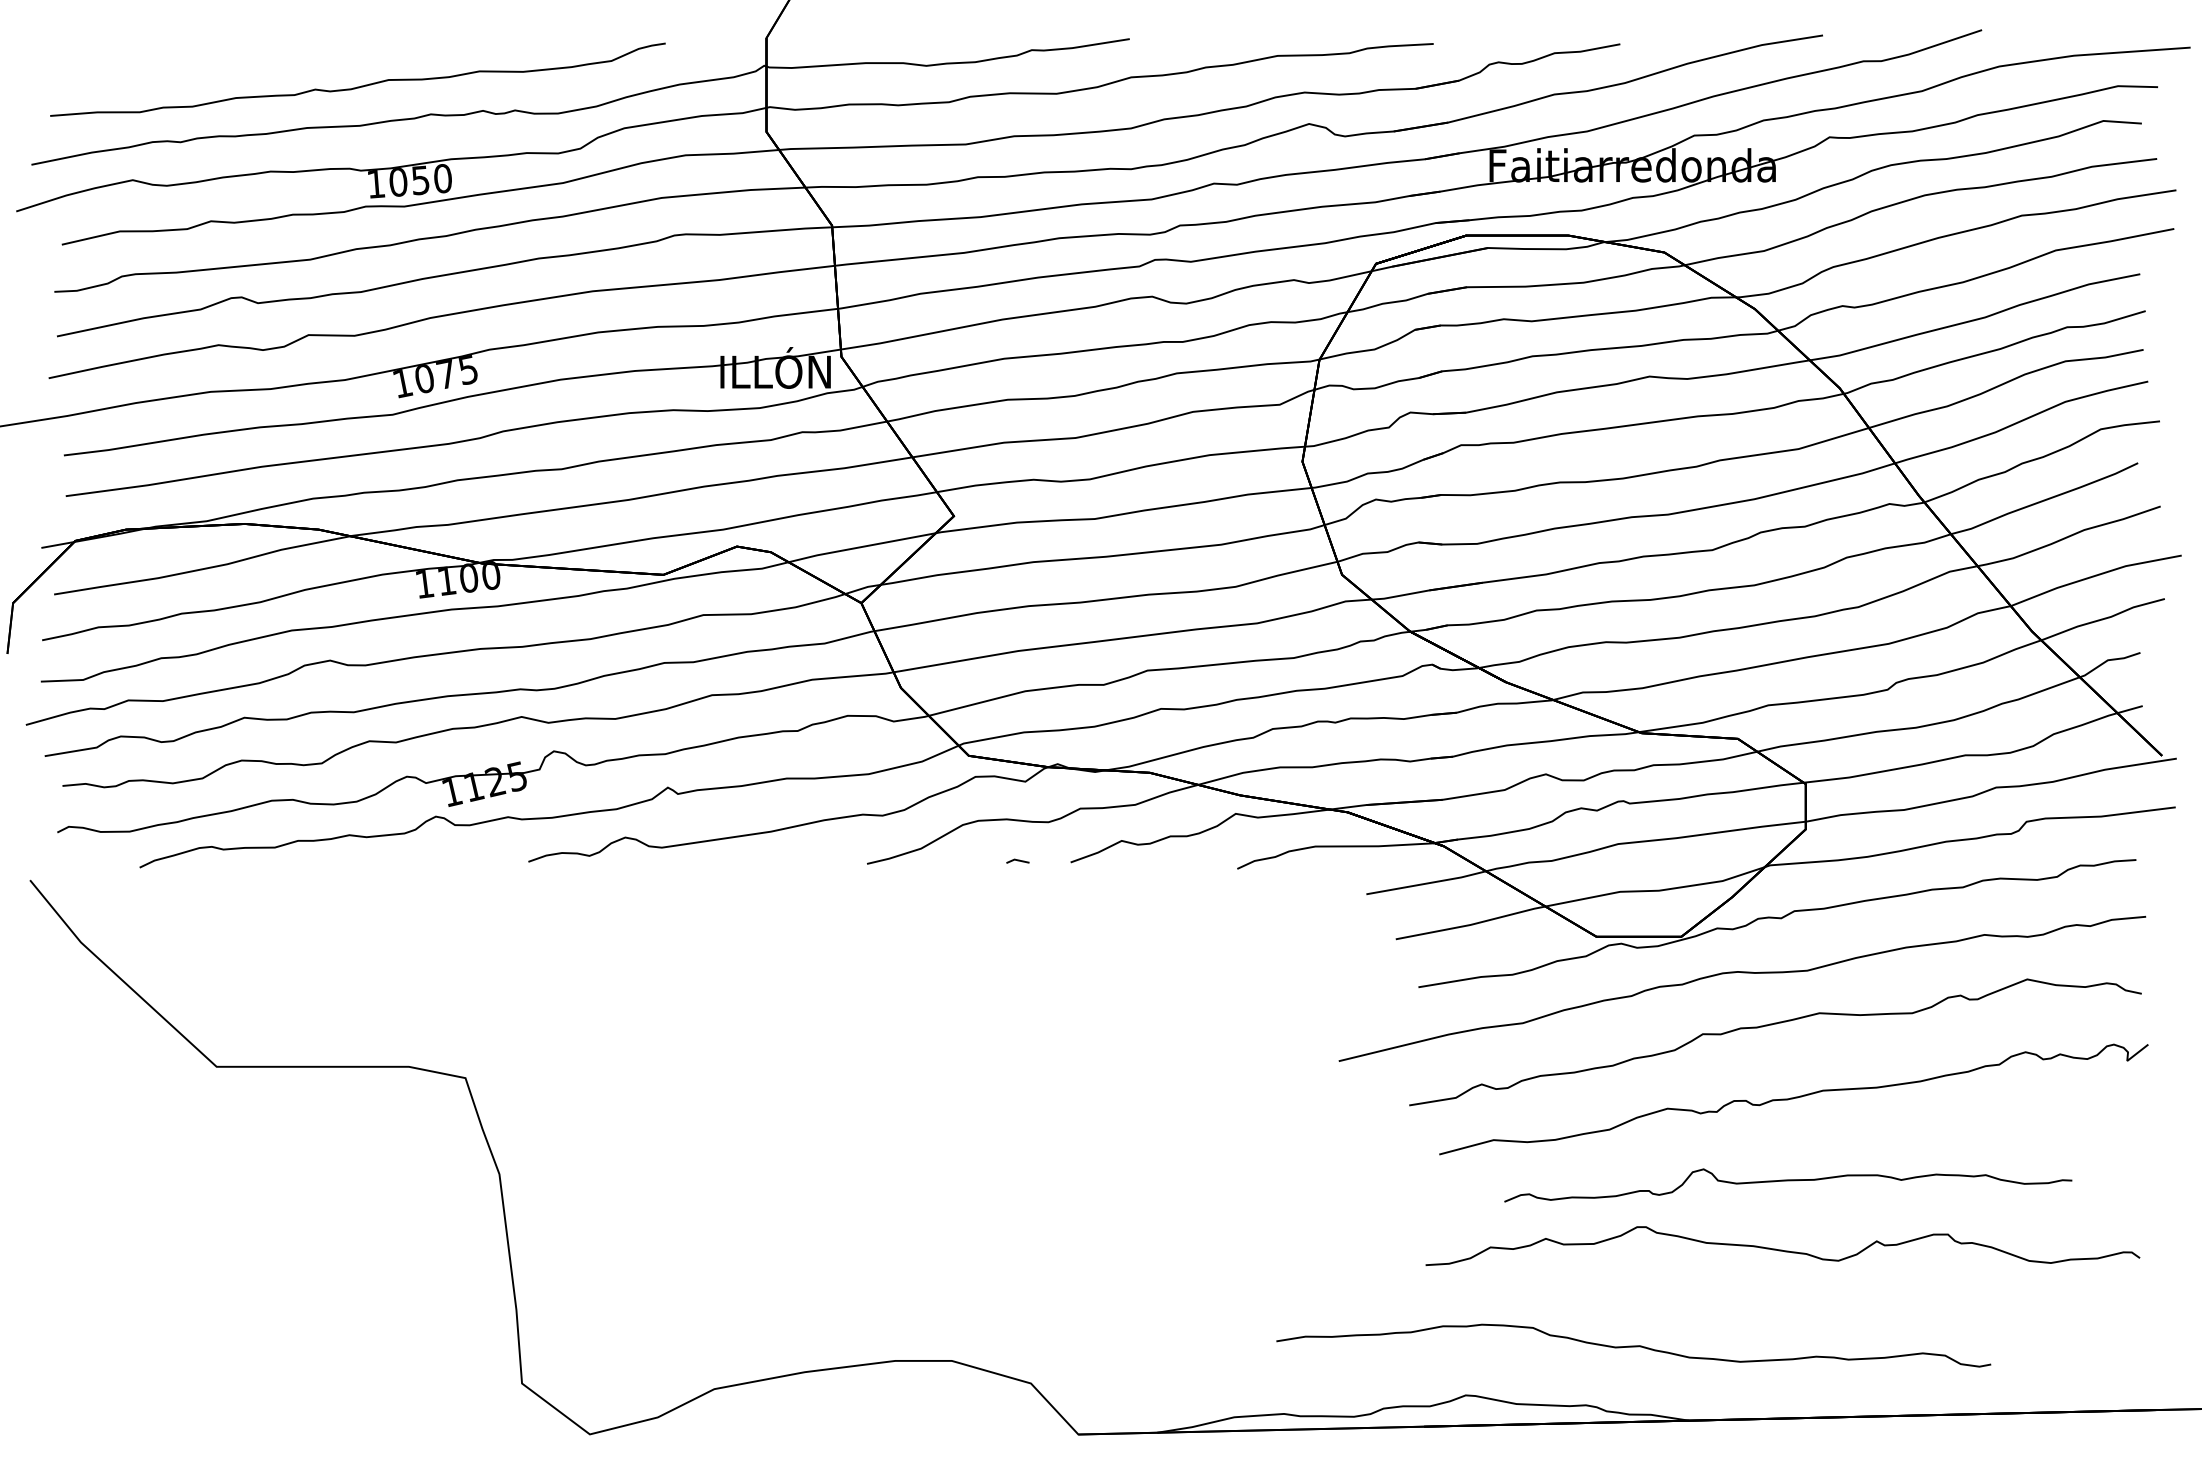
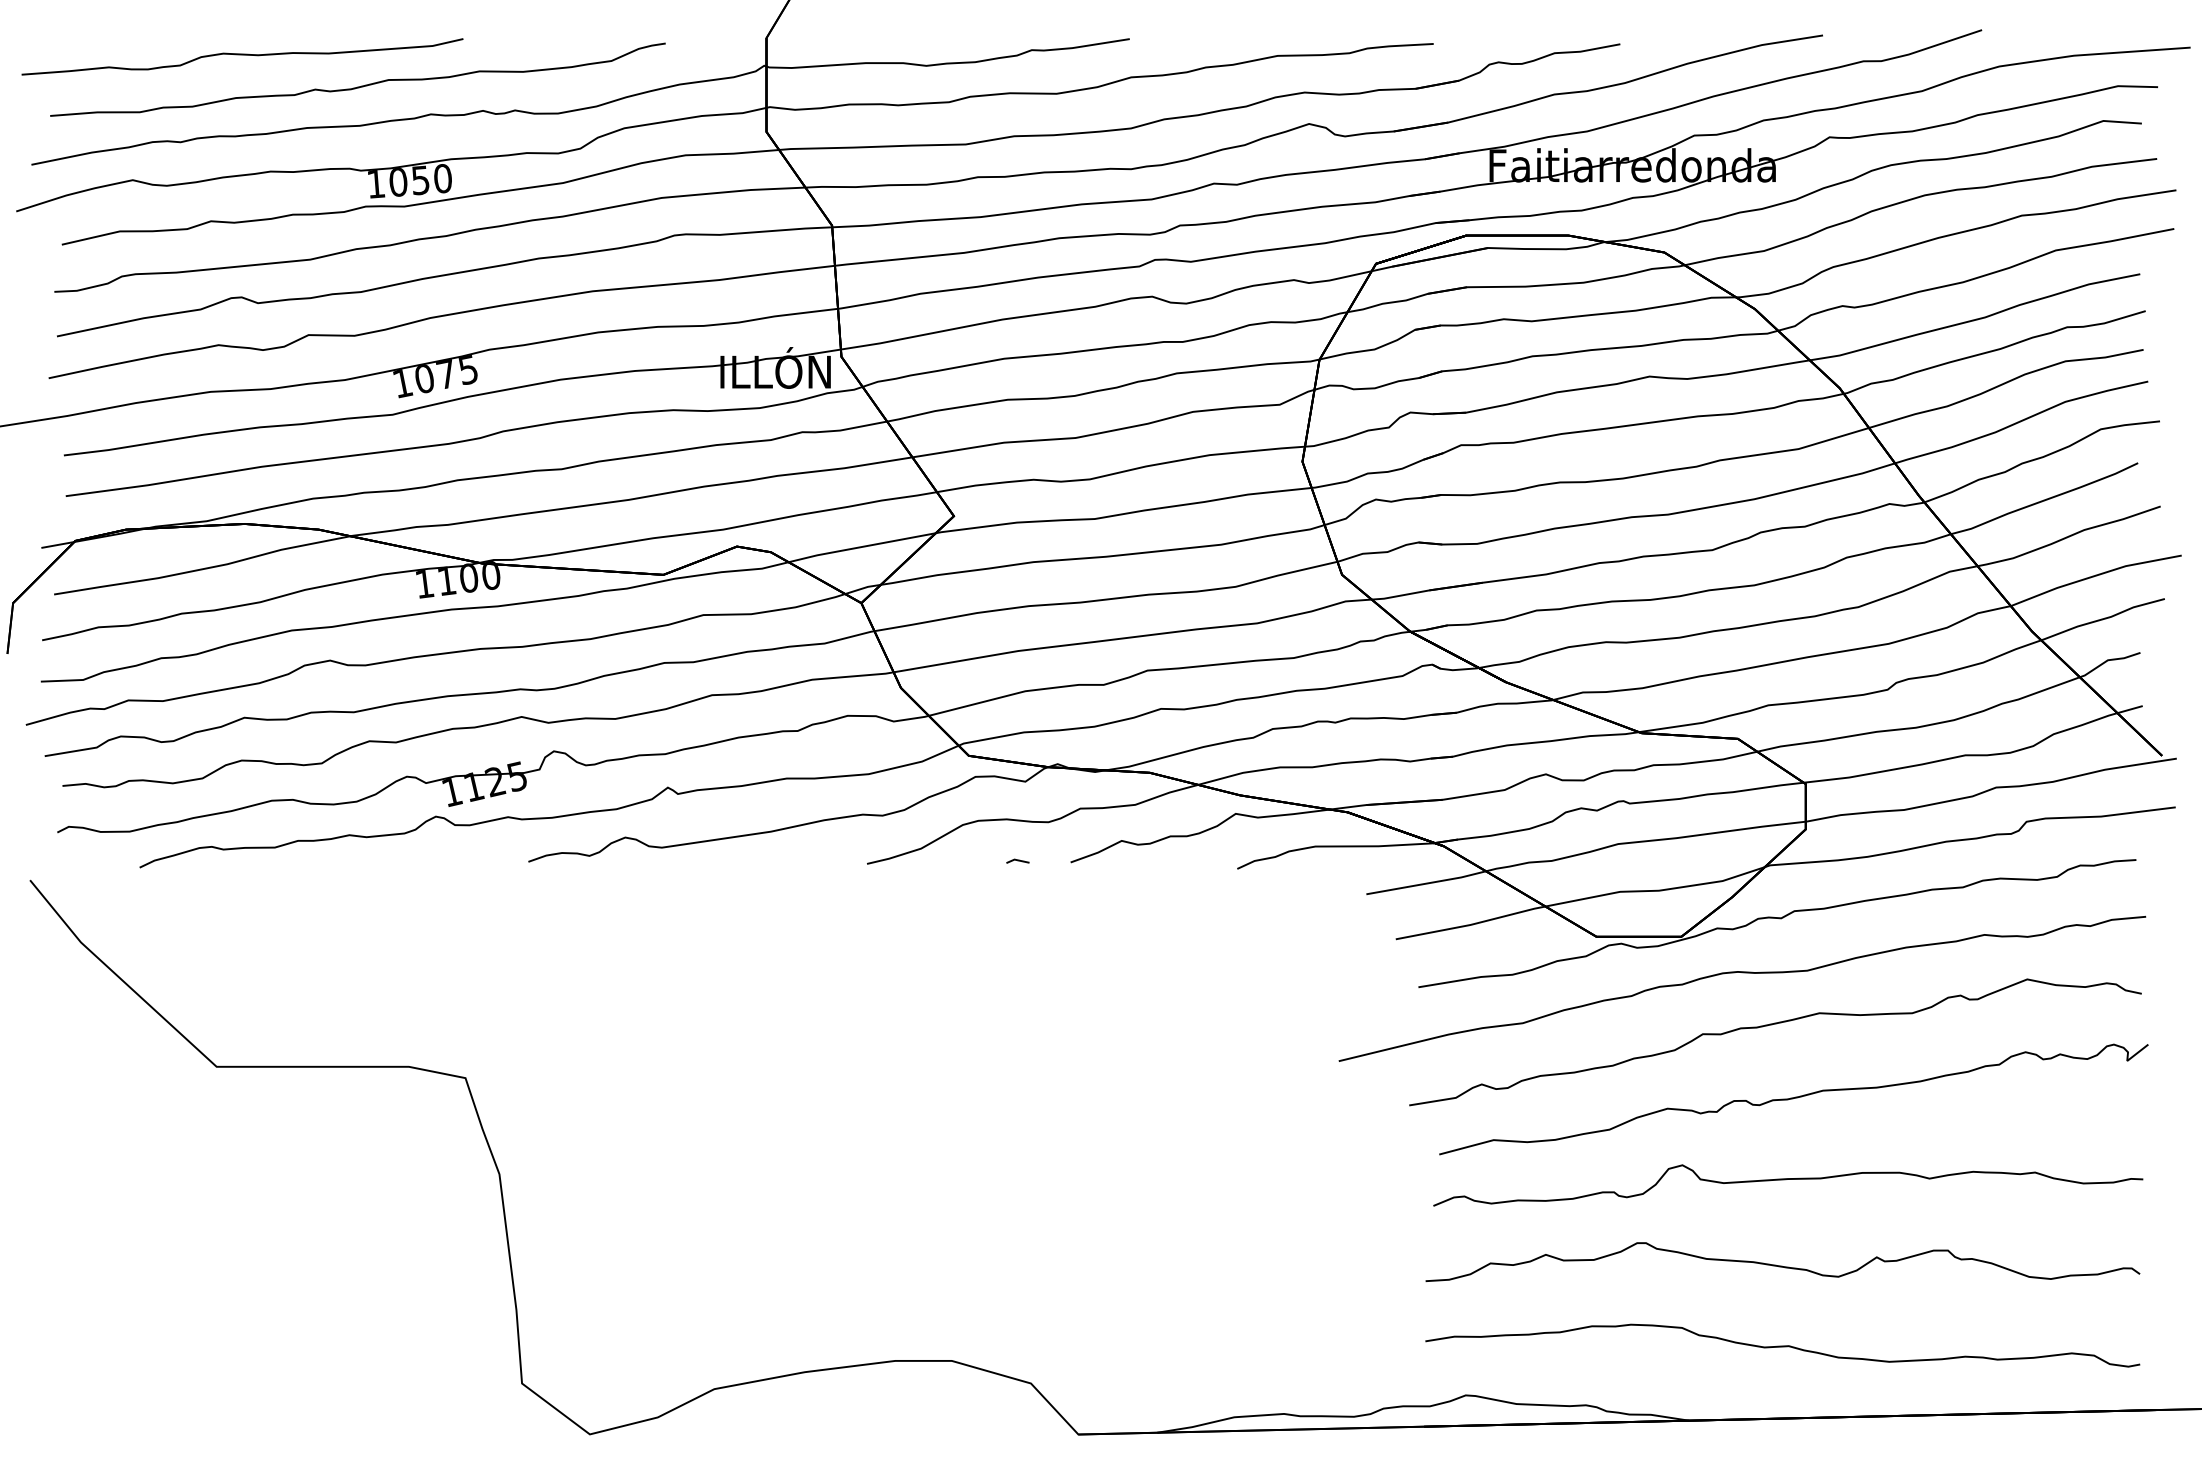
part at (242, 56): none -> present
part at (1788, 1185) size: 569x35 px -> 711x43 px
part at (1782, 1245) position: (1782, 1245) -> (1782, 1261)
part at (1633, 1345) position: (1633, 1345) -> (1782, 1345)
